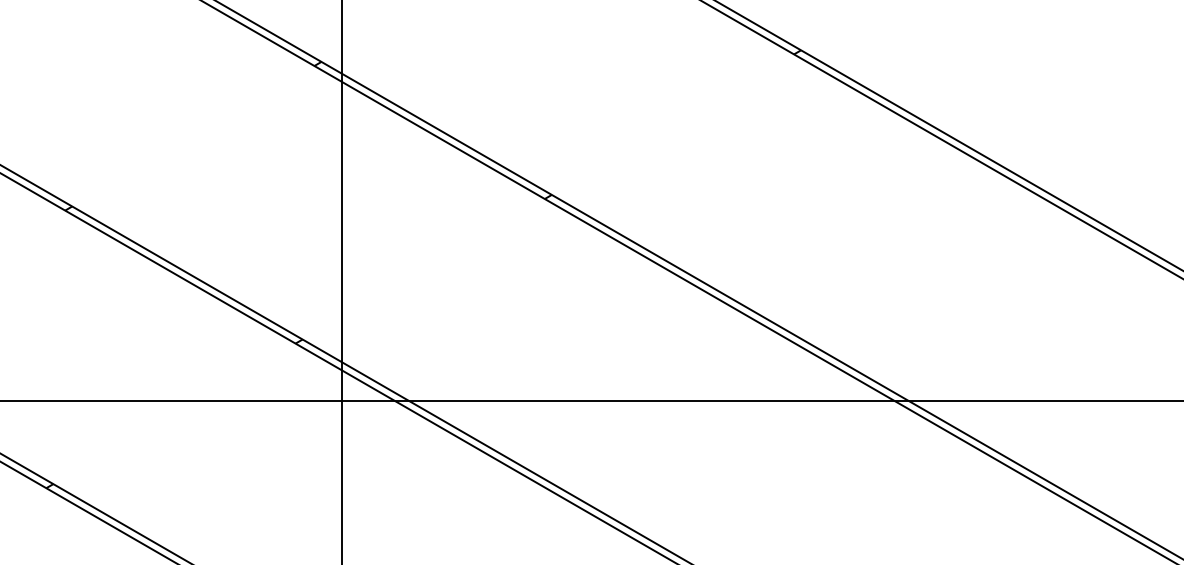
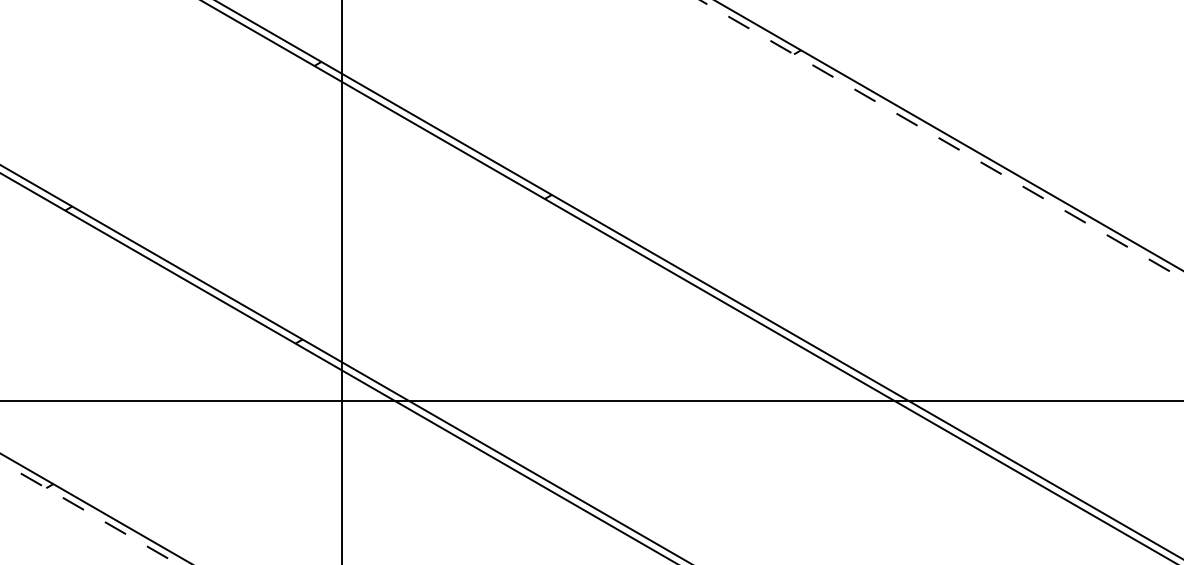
line at (941, 139): solid -> dashed
line at (89, 513): solid -> dashed
